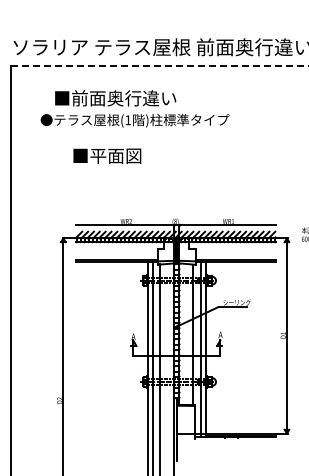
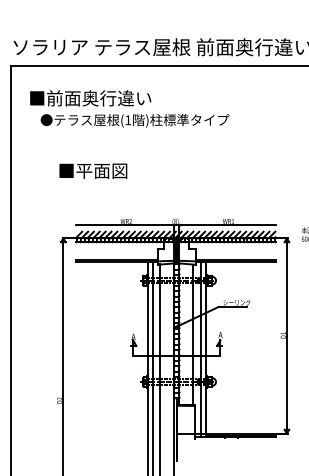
line at (159, 66): dashed -> solid
text at (115, 98) position: (115, 98) -> (90, 98)
text at (107, 155) position: (107, 155) -> (93, 170)
